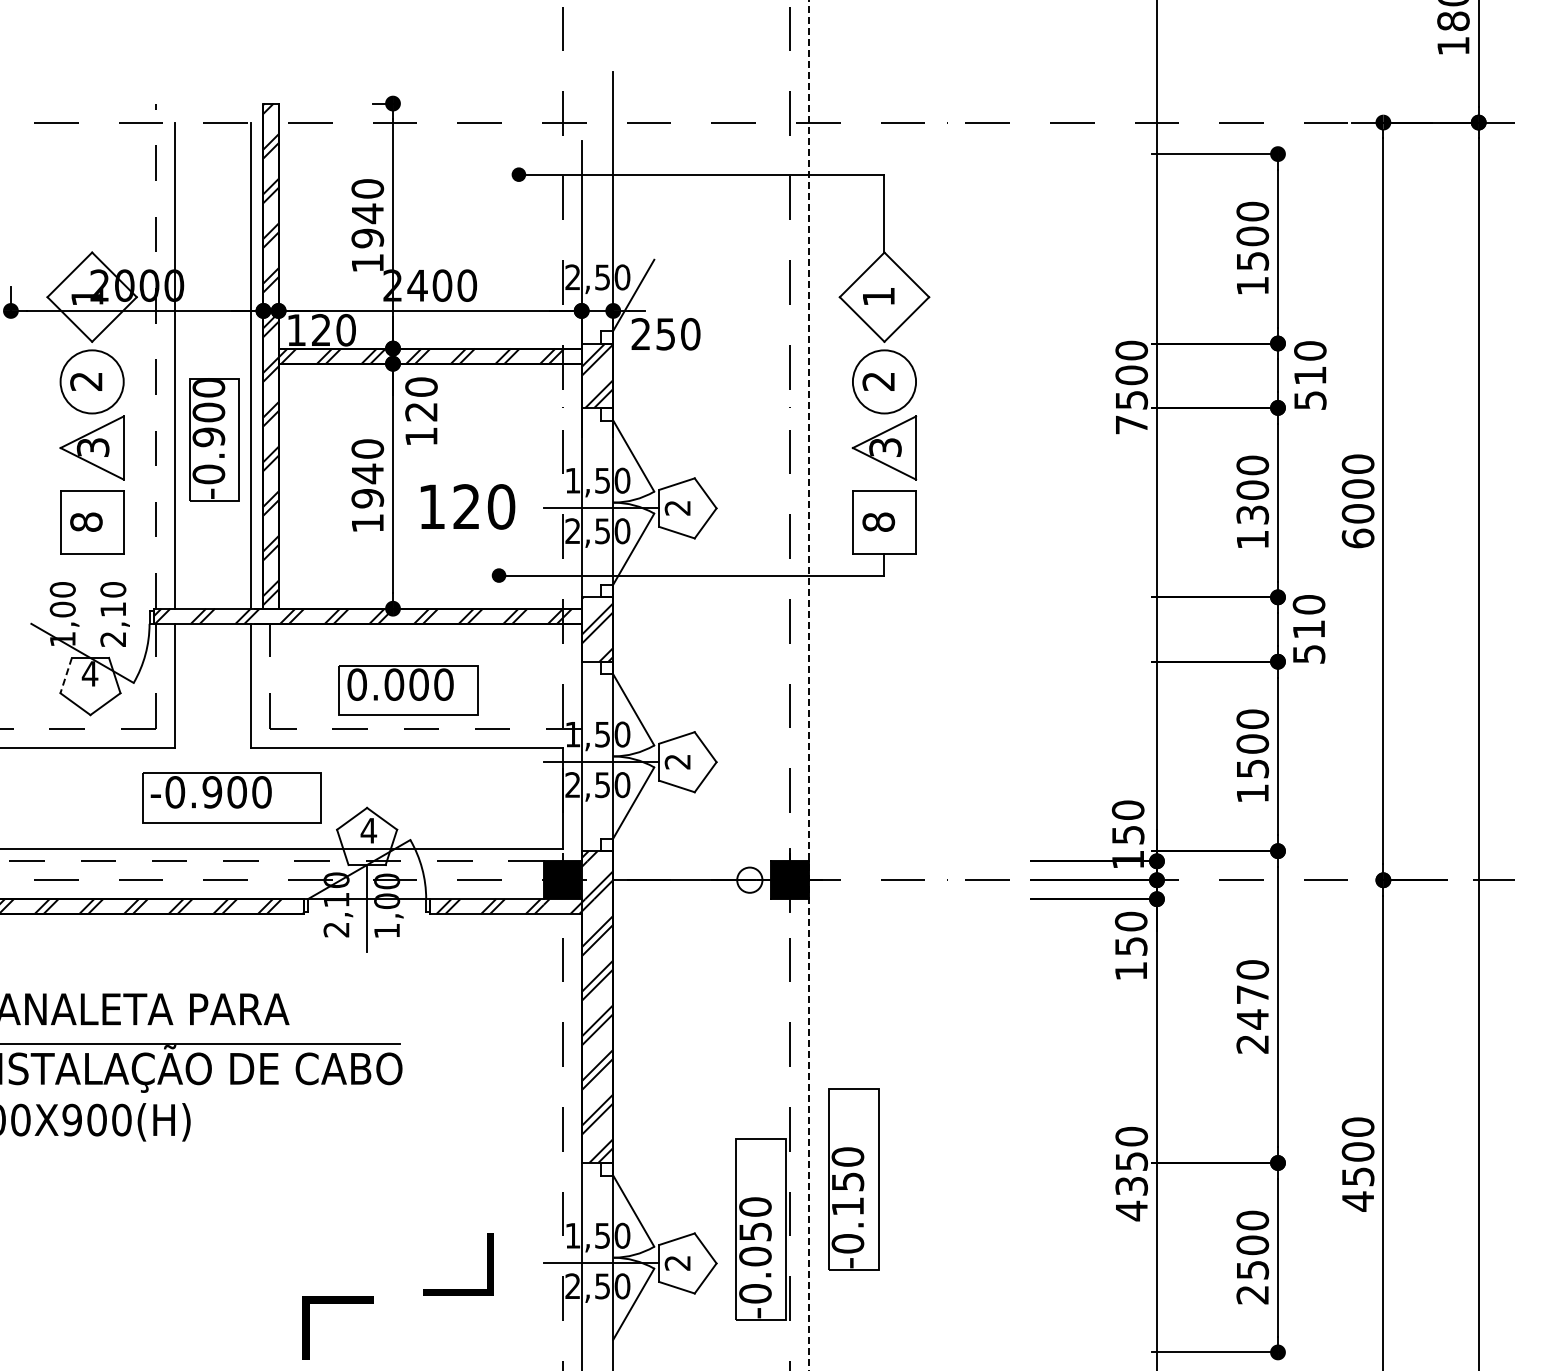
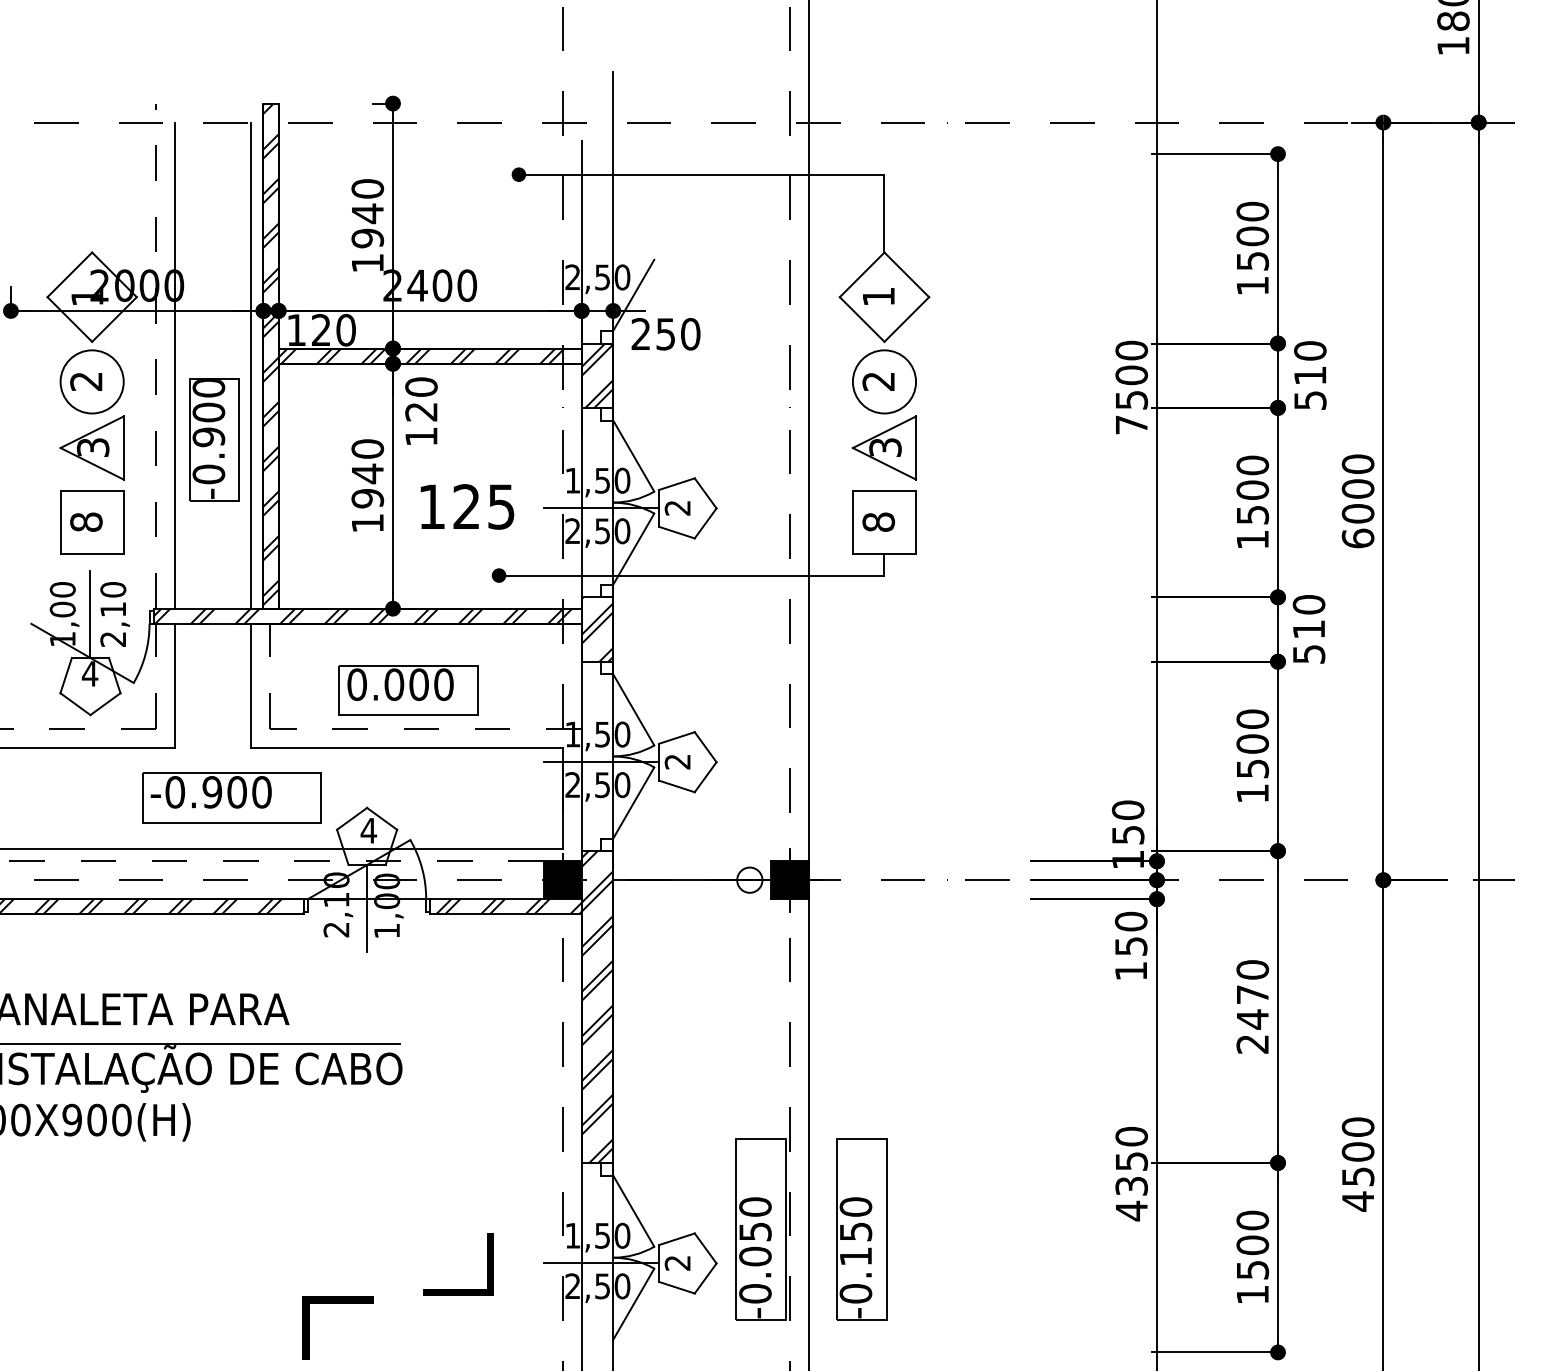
text at (501, 506): 120 -> 125
text at (1252, 514): 1300 -> 1500
line at (90, 613): none -> present
line at (66, 675): dashed -> solid
line at (808, 685): dashed -> solid
part at (853, 1179) position: (853, 1179) -> (861, 1229)
text at (1252, 1295): 2500 -> 1500
